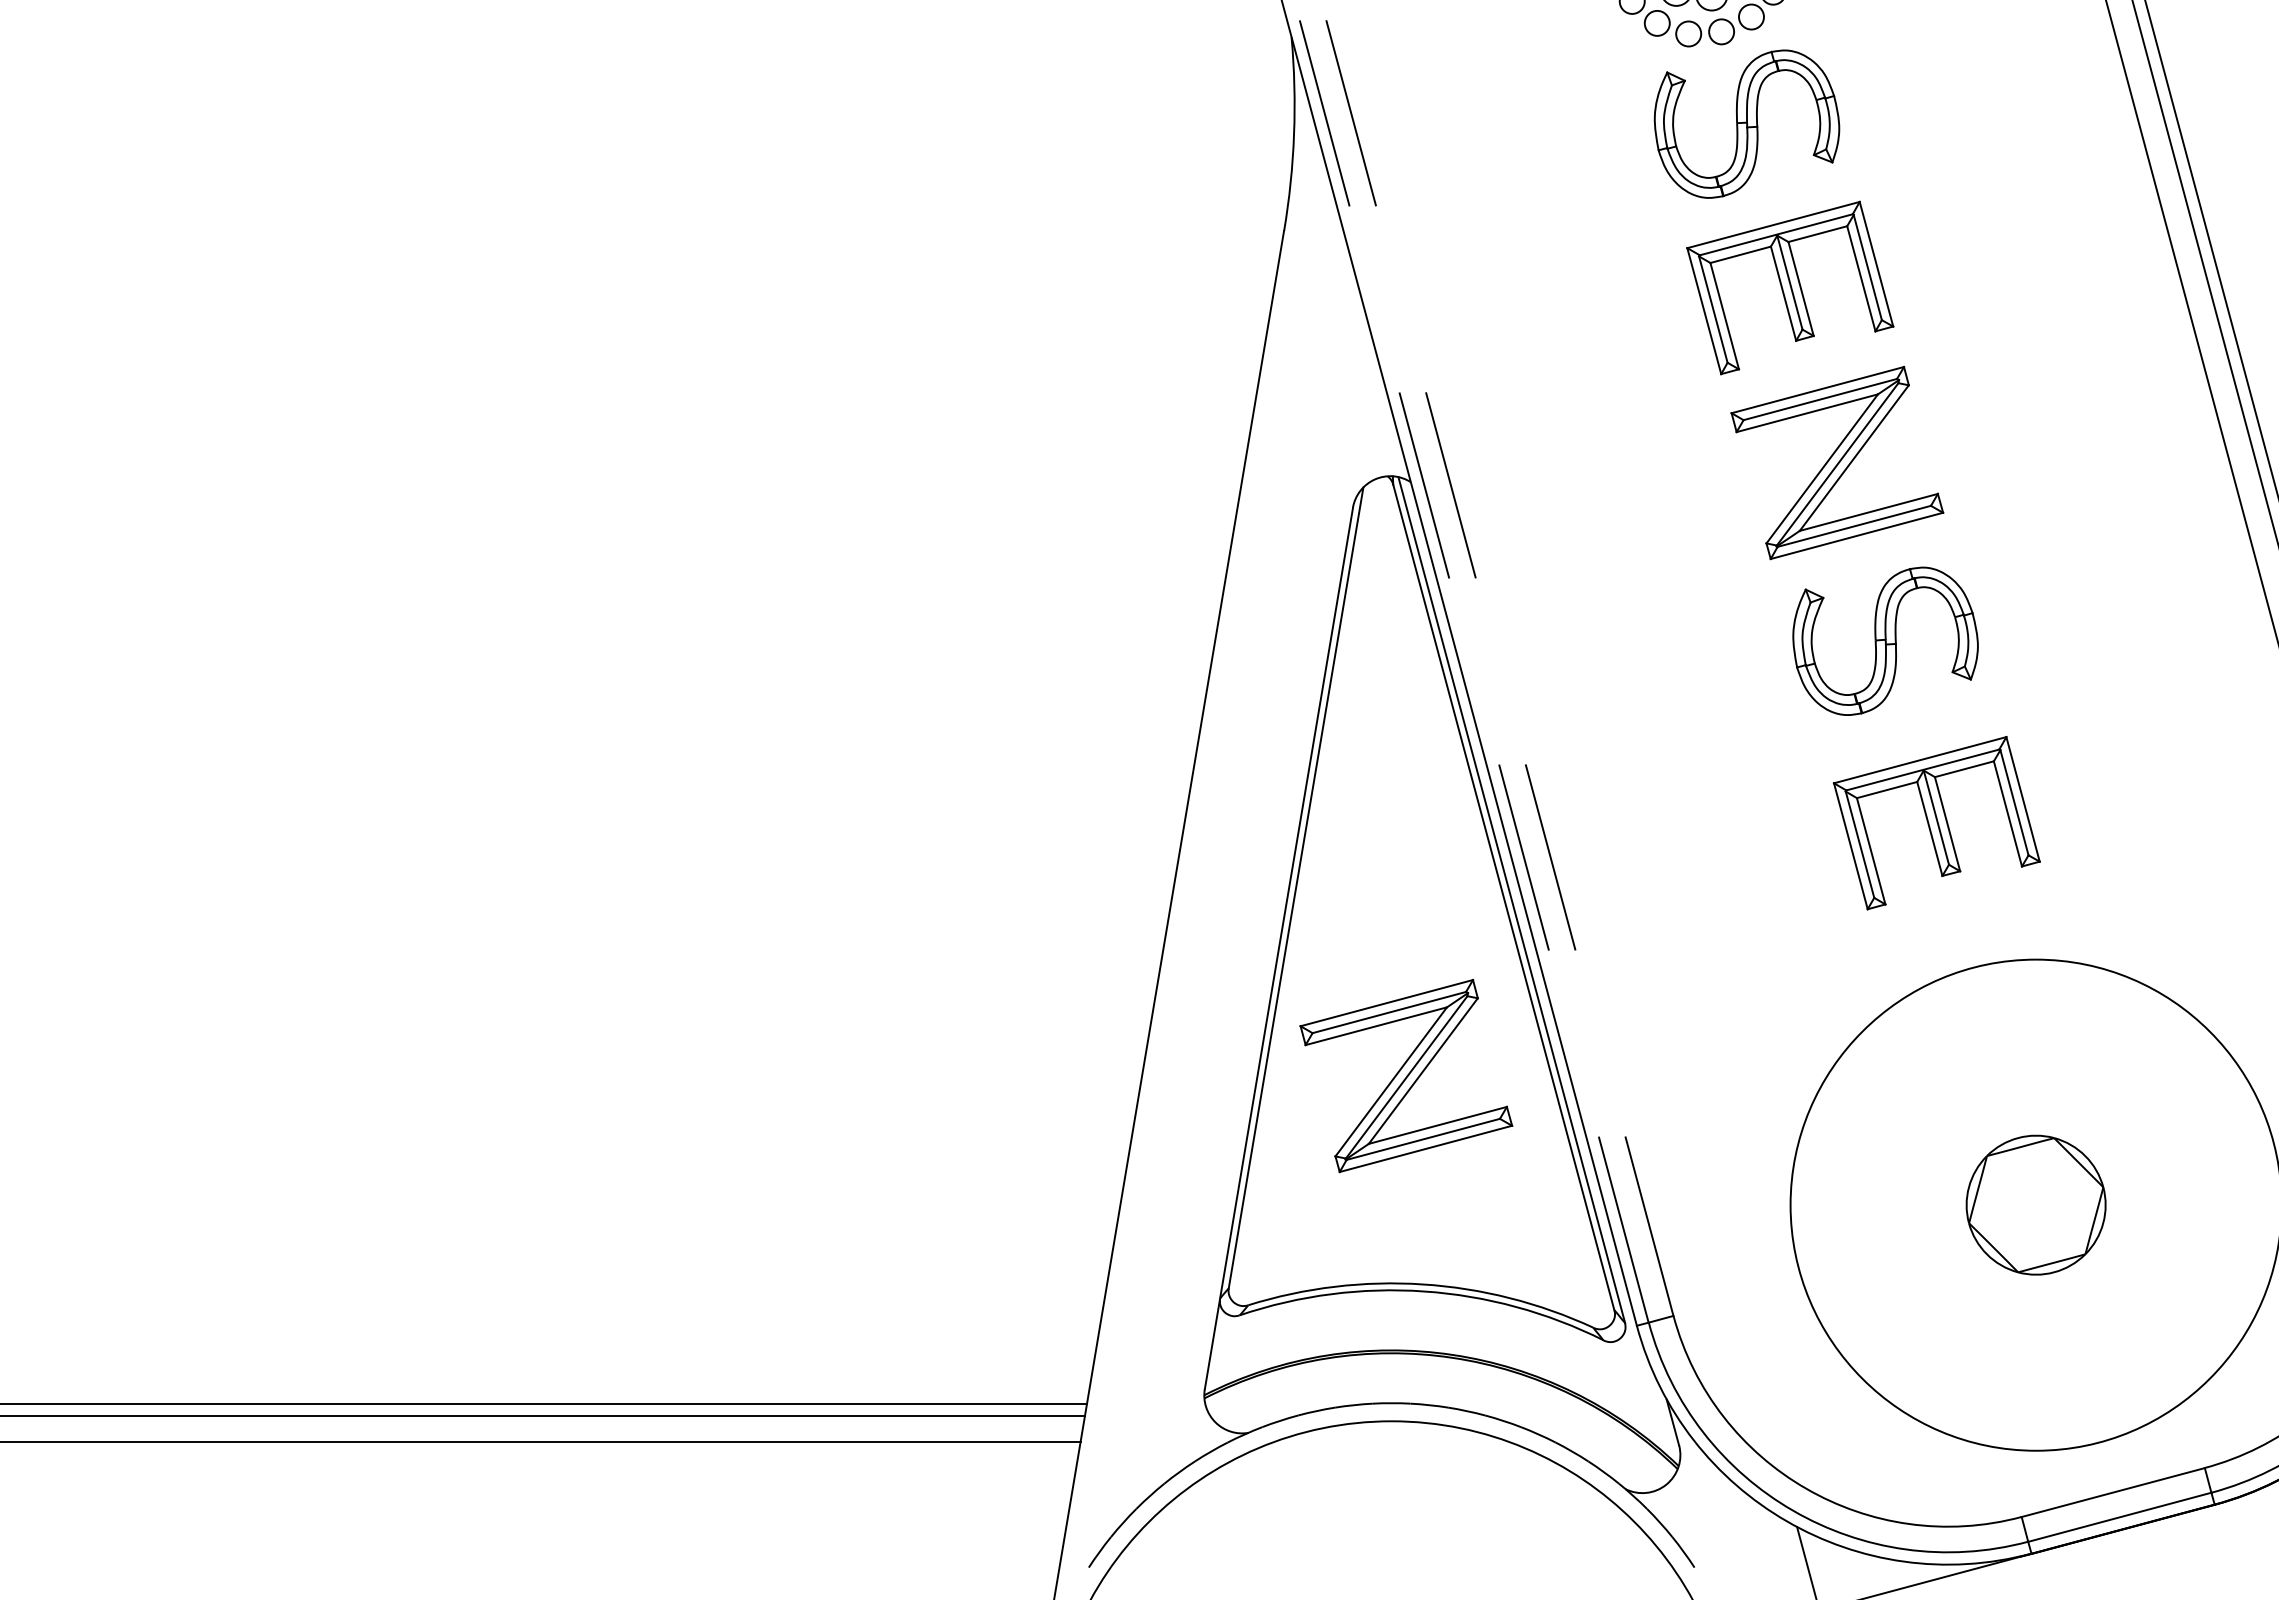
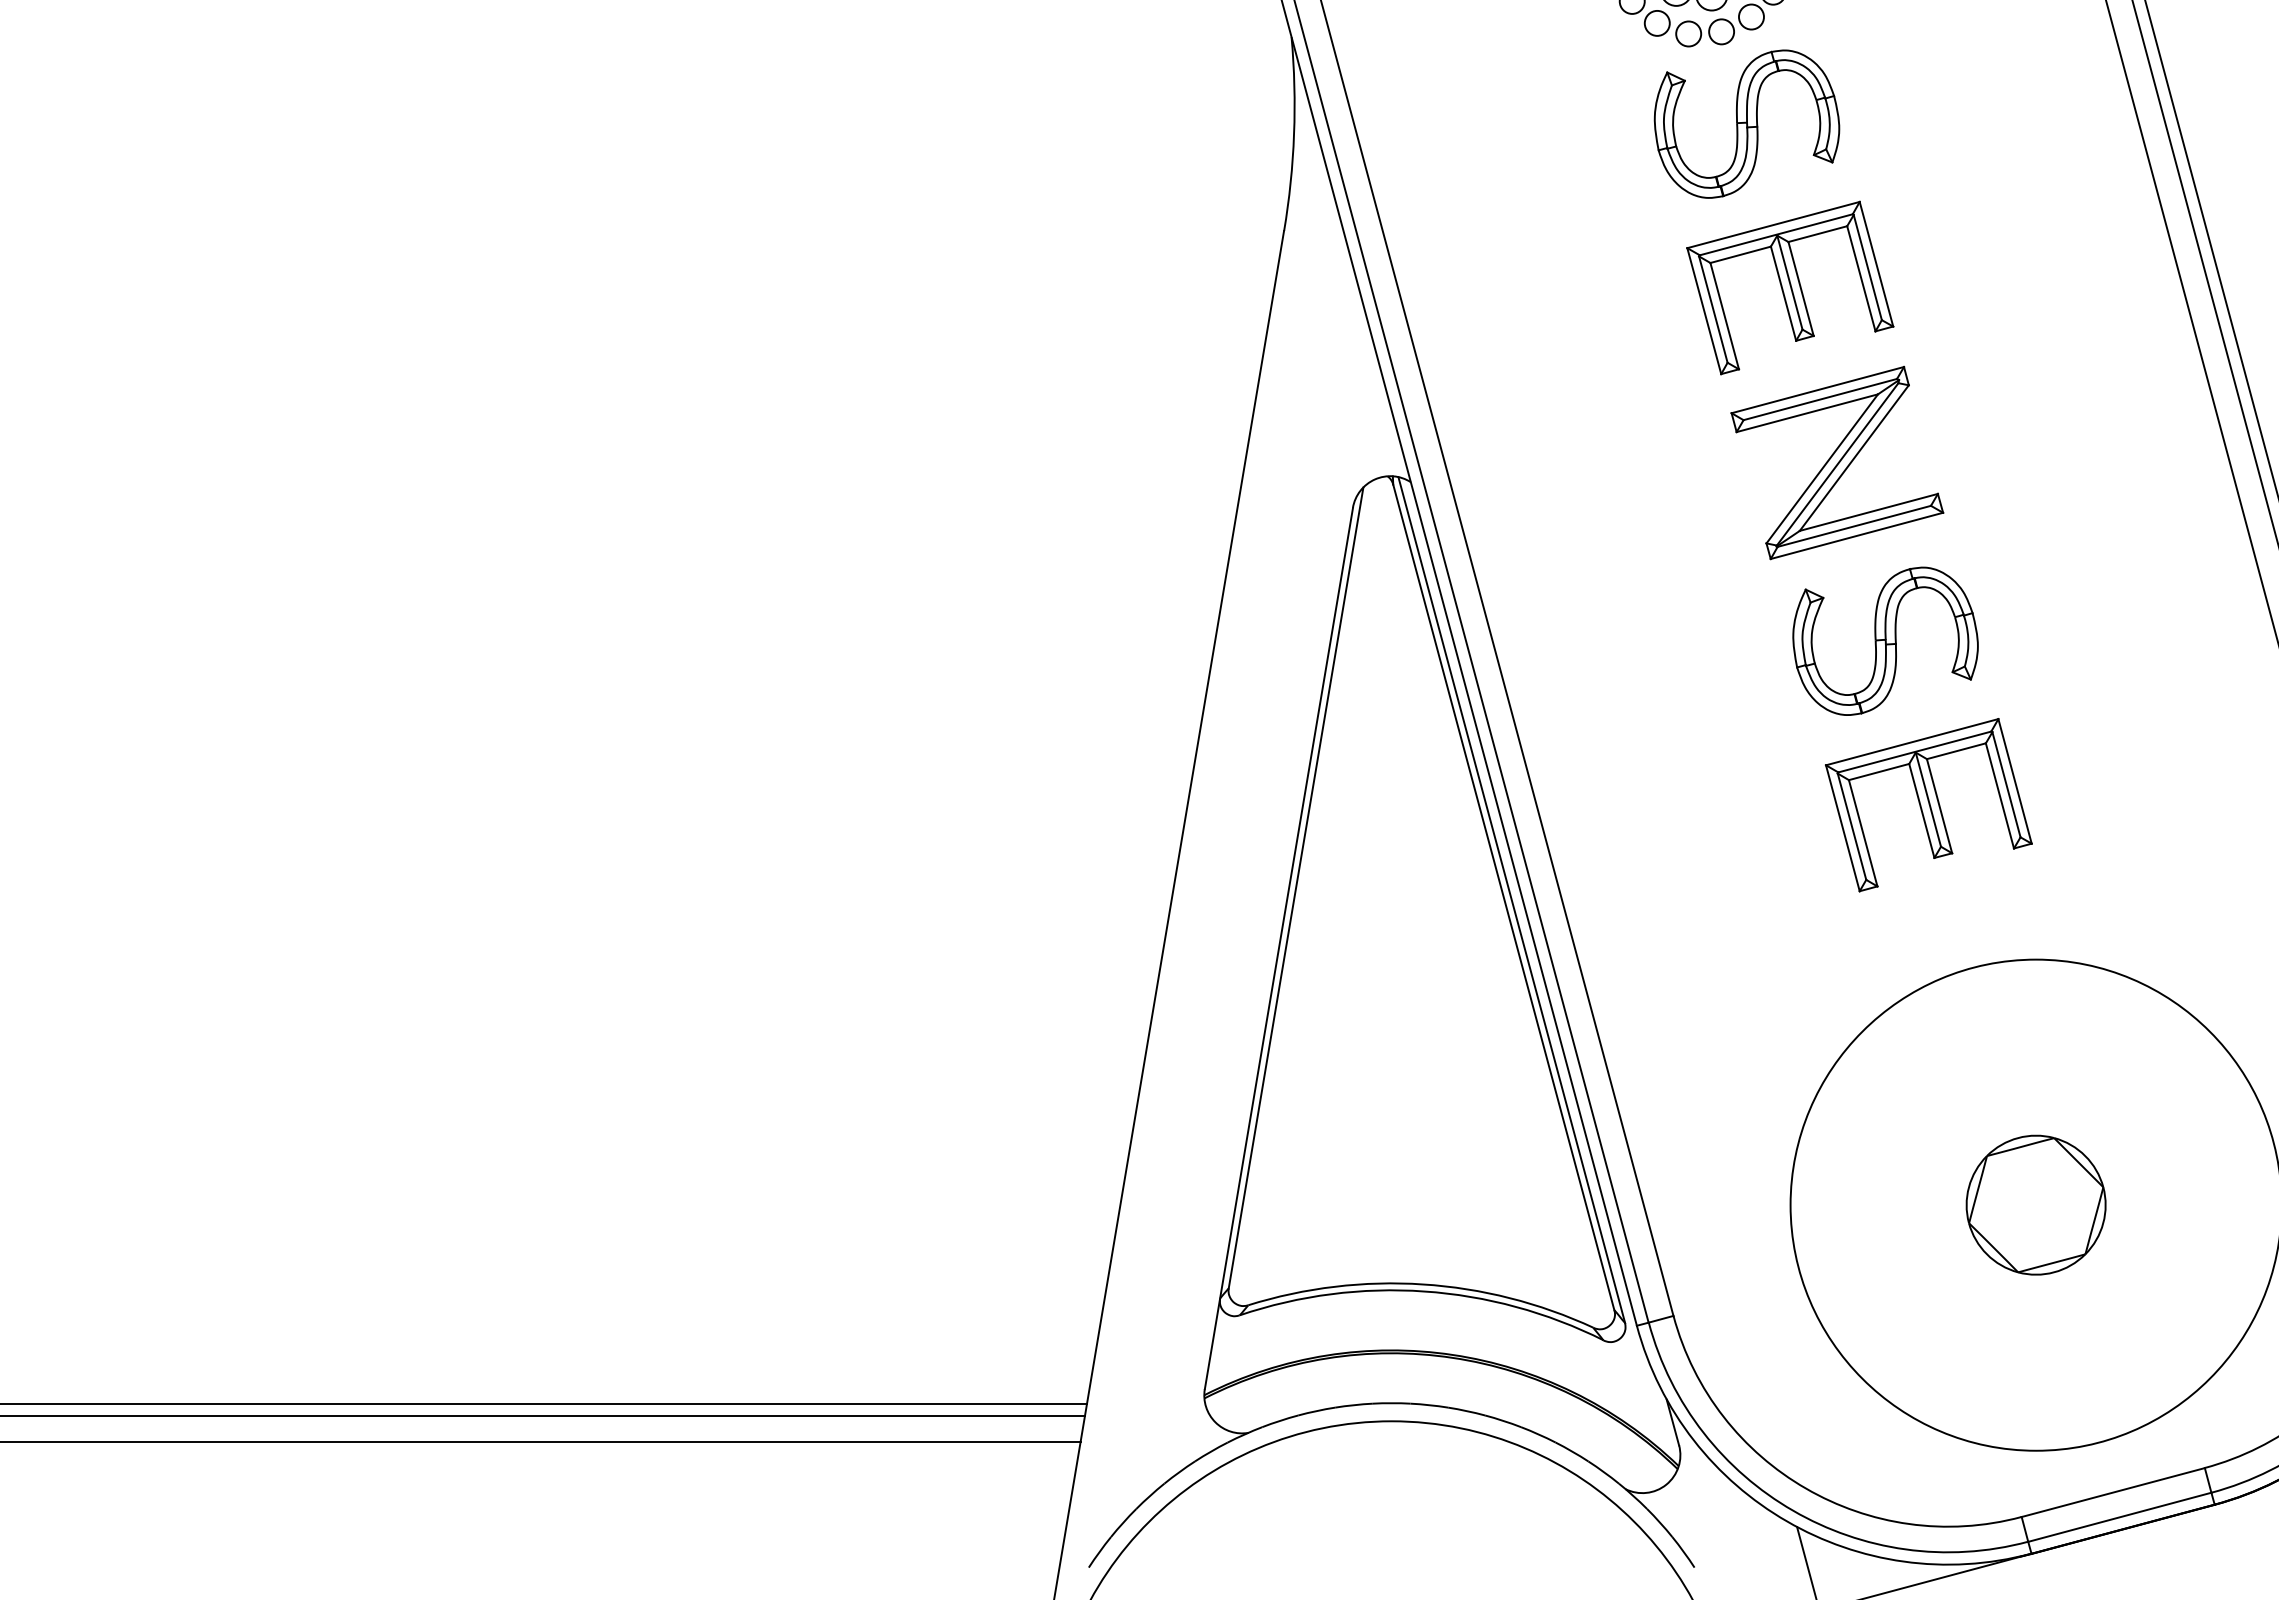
line at (1497, 658): dashed -> solid
line at (1471, 661): dashed -> solid
part at (1936, 823) position: (1936, 823) -> (1928, 805)
part at (1406, 1075): present -> none
